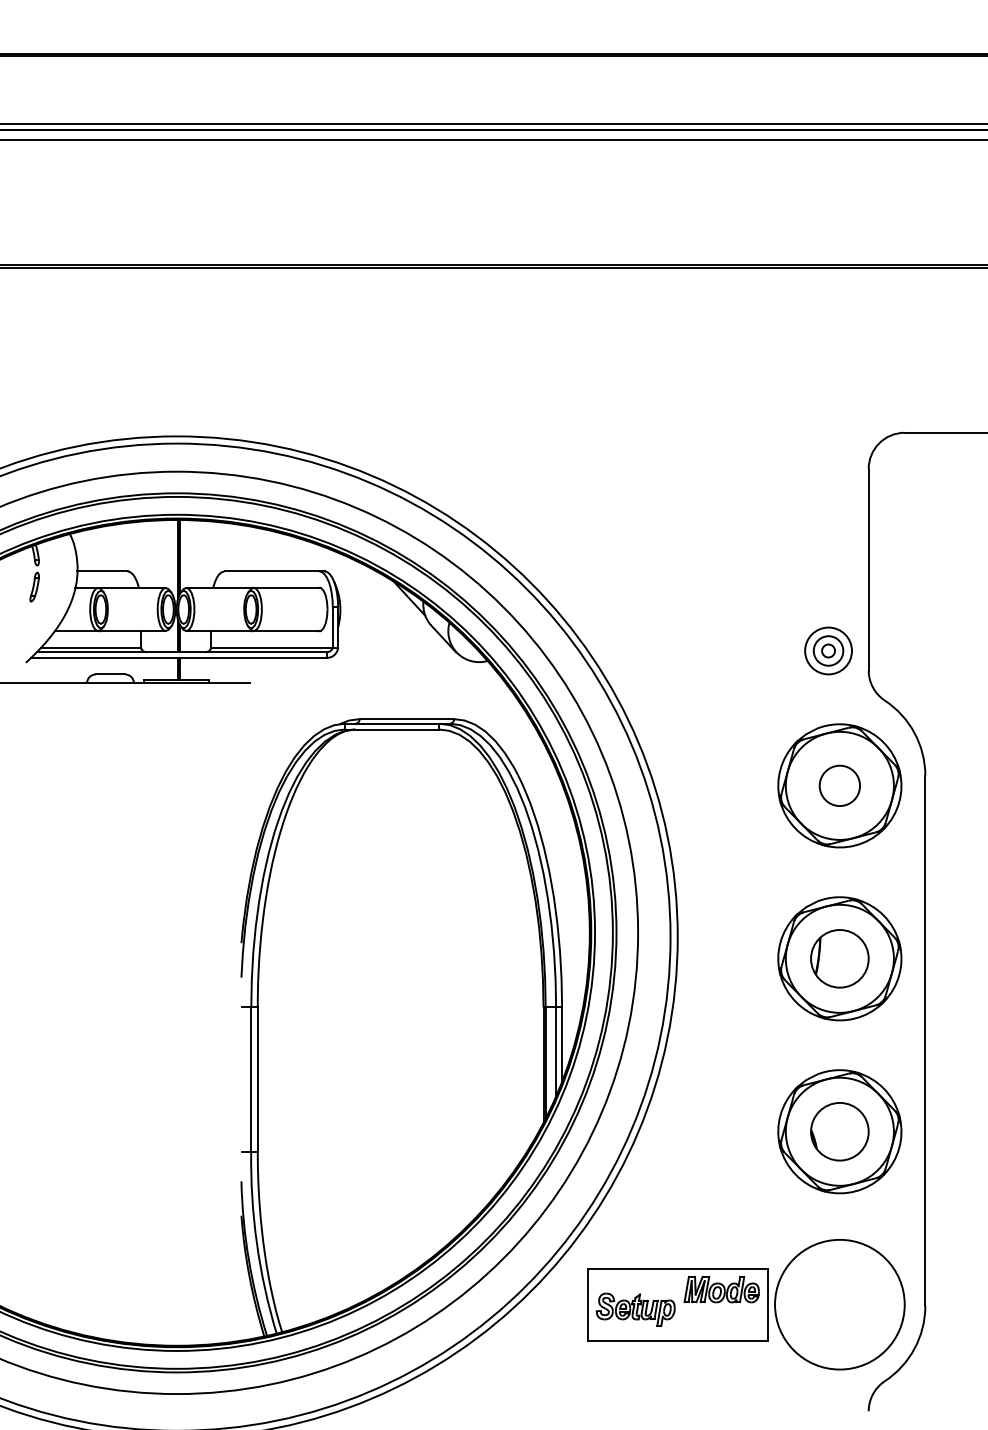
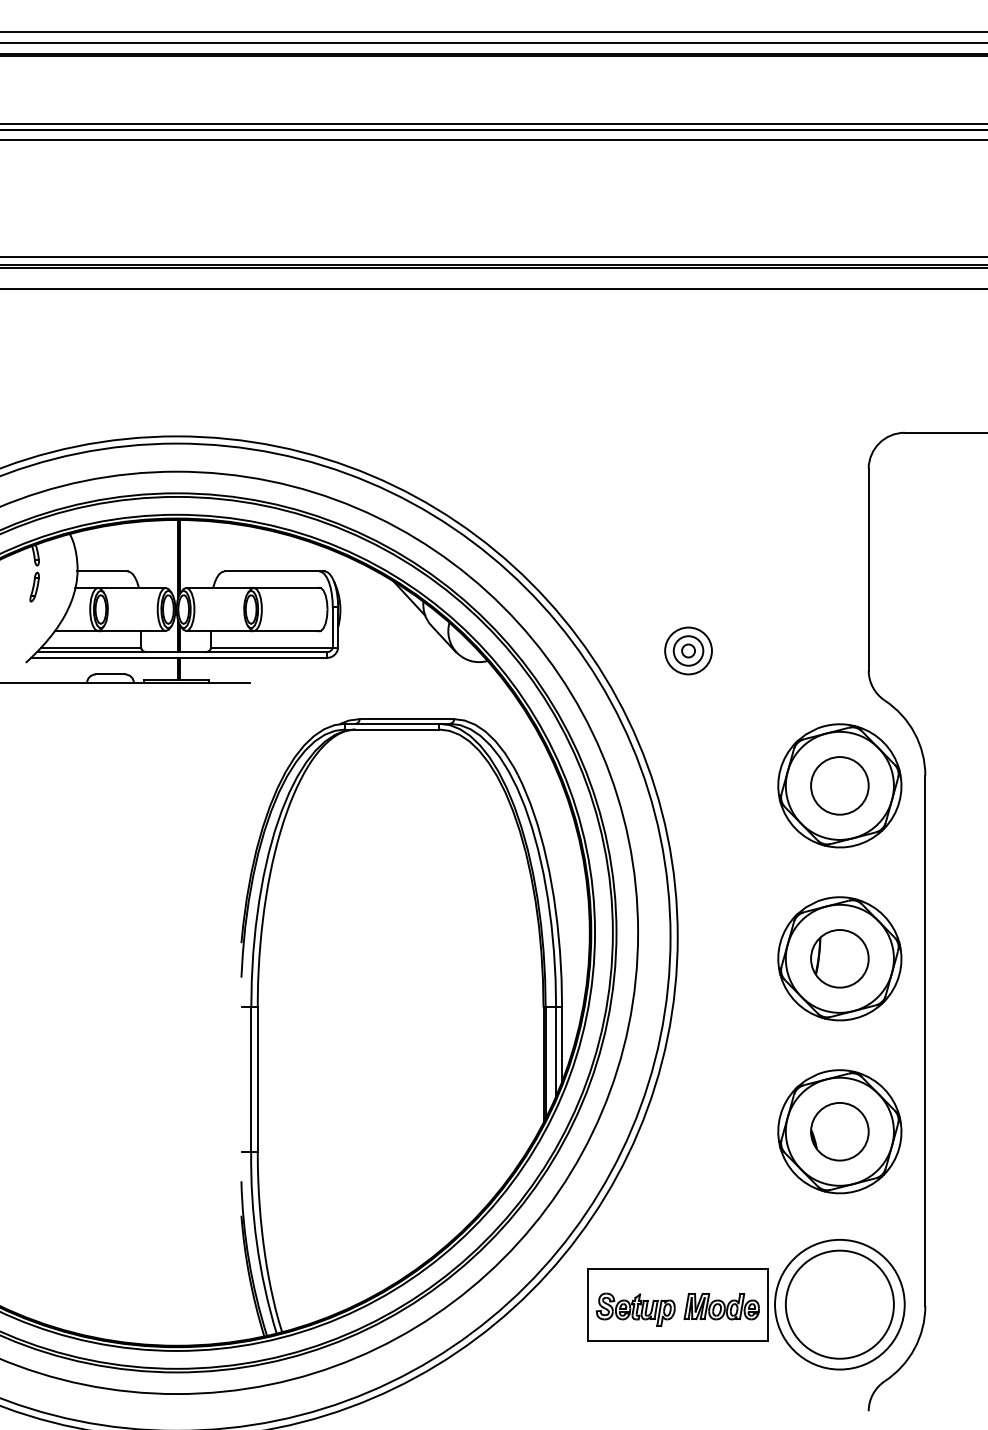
line at (493, 32): none -> present
line at (493, 42): none -> present
line at (493, 257): none -> present
line at (493, 289): none -> present
part at (828, 650) position: (828, 650) -> (688, 650)
circle at (839, 785) diameter: 40 px -> 58 px
part at (721, 1289) position: (721, 1289) -> (721, 1306)
circle at (839, 1304): none -> present
